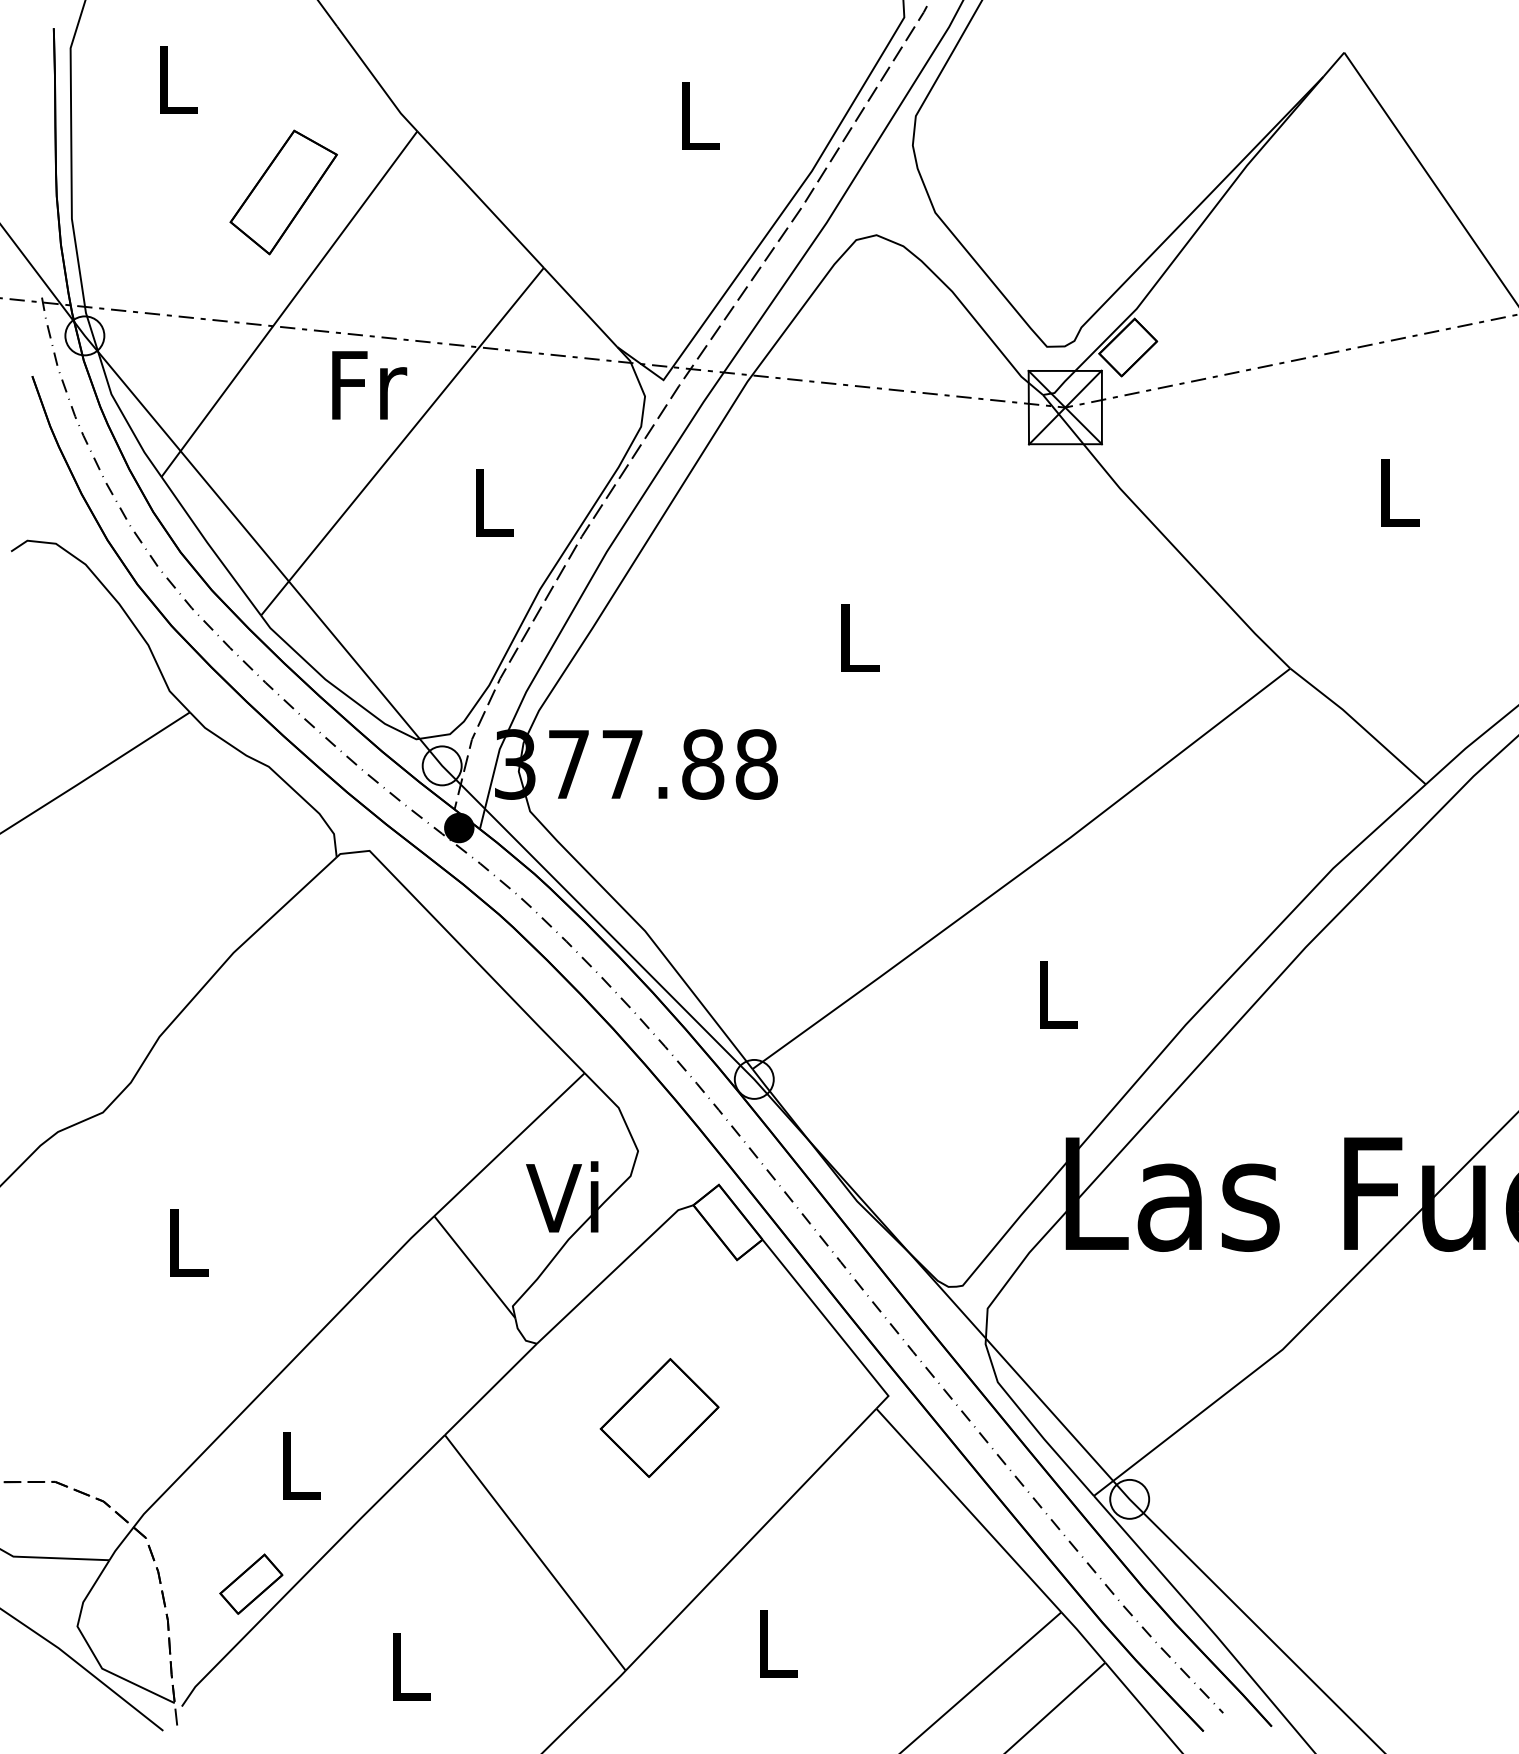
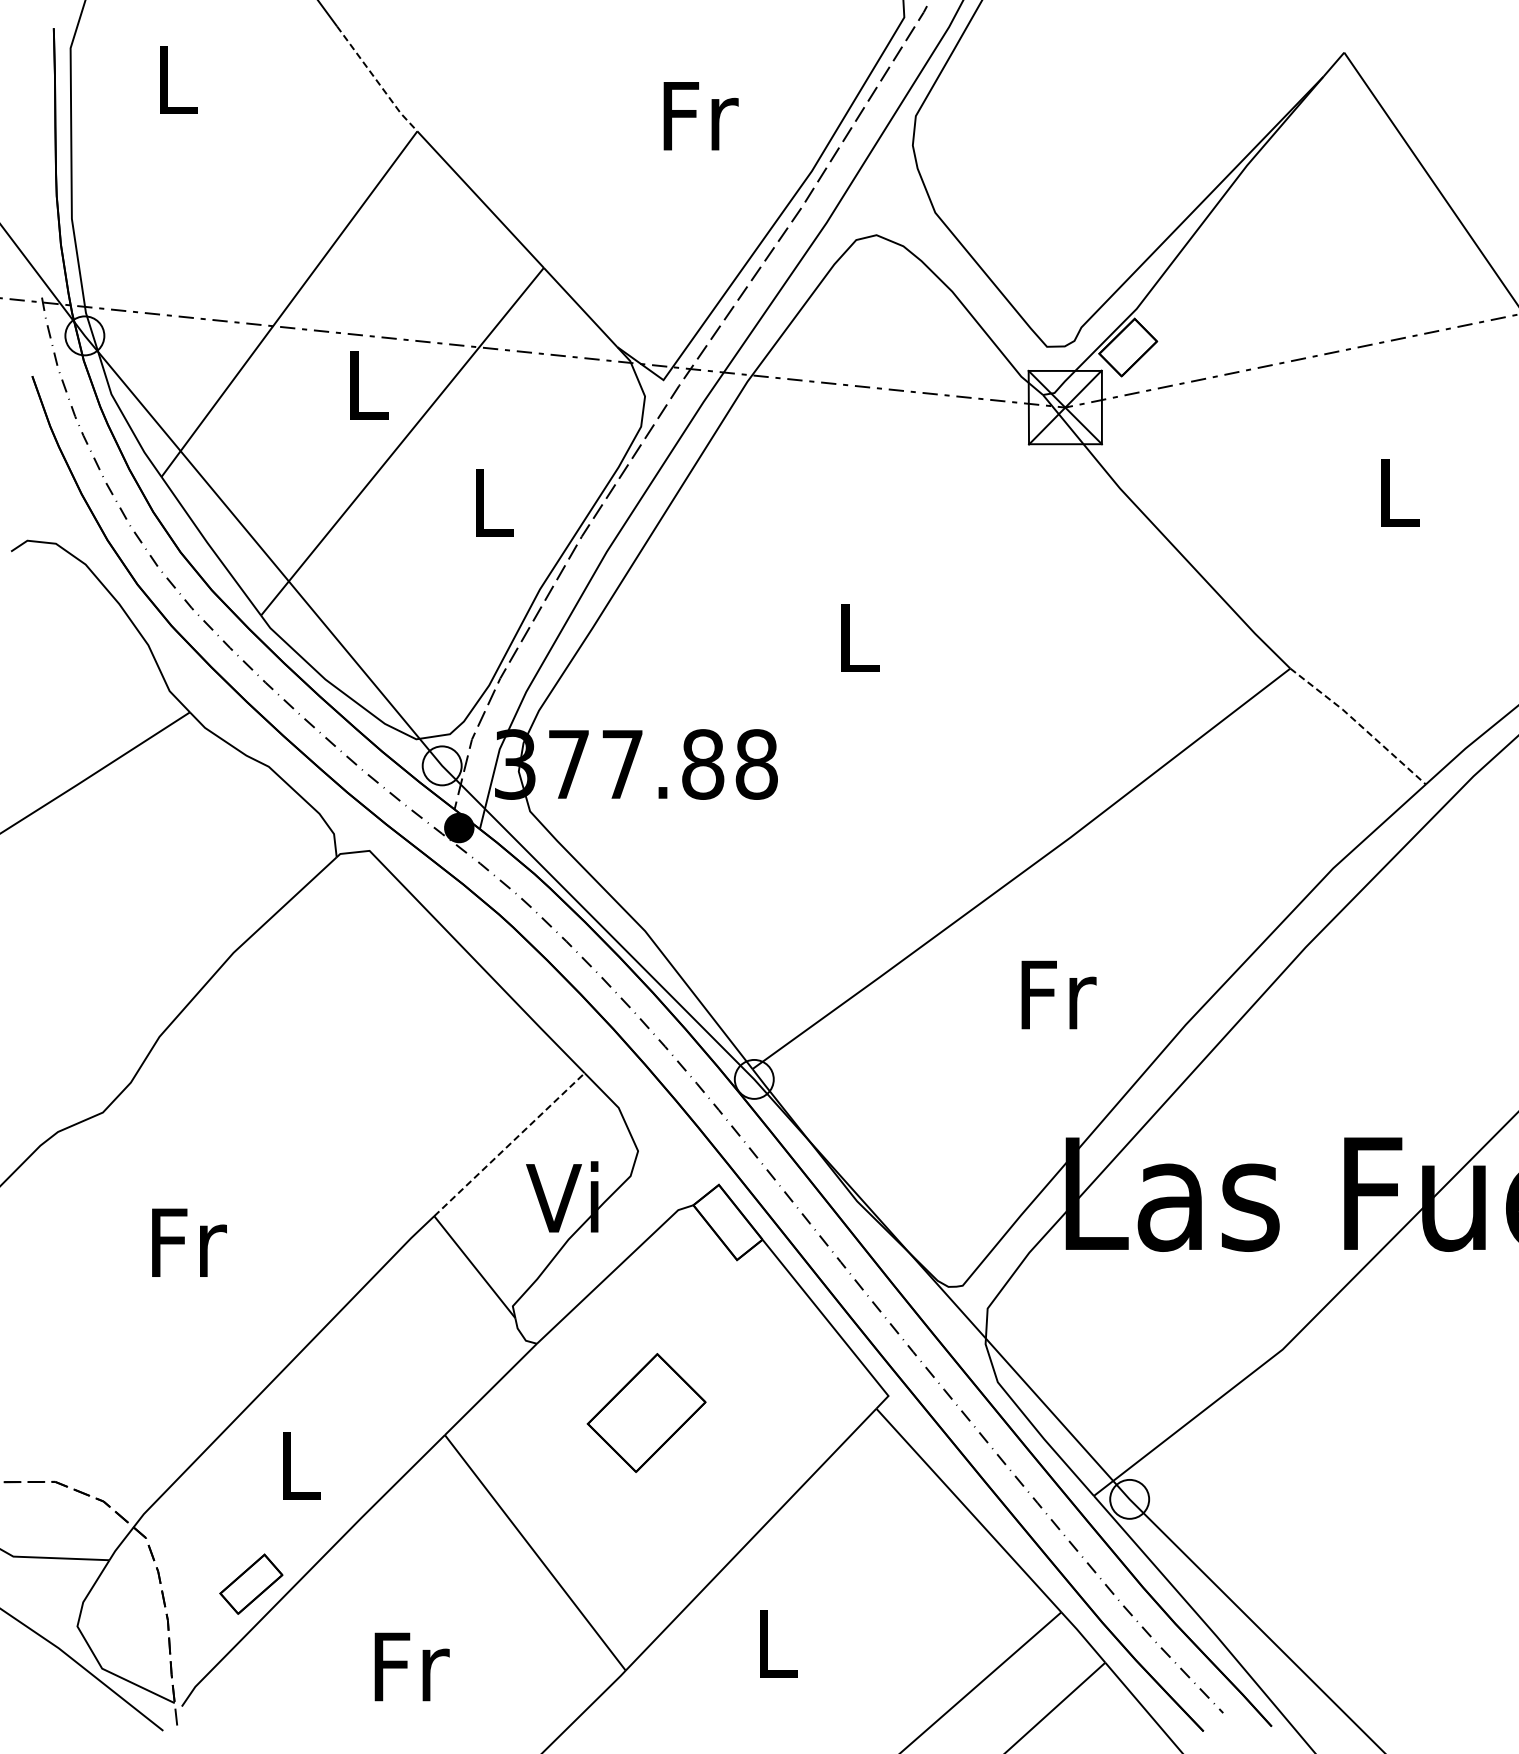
line at (376, 80): solid -> dashed
text at (700, 116): L -> Fr
part at (283, 192): present -> none
text at (369, 385): Fr -> L
line at (1358, 724): solid -> dashed
text at (1058, 994): L -> Fr
line at (509, 1144): solid -> dashed
text at (189, 1242): L -> Fr
part at (659, 1417) position: (659, 1417) -> (646, 1412)
text at (411, 1666): L -> Fr
